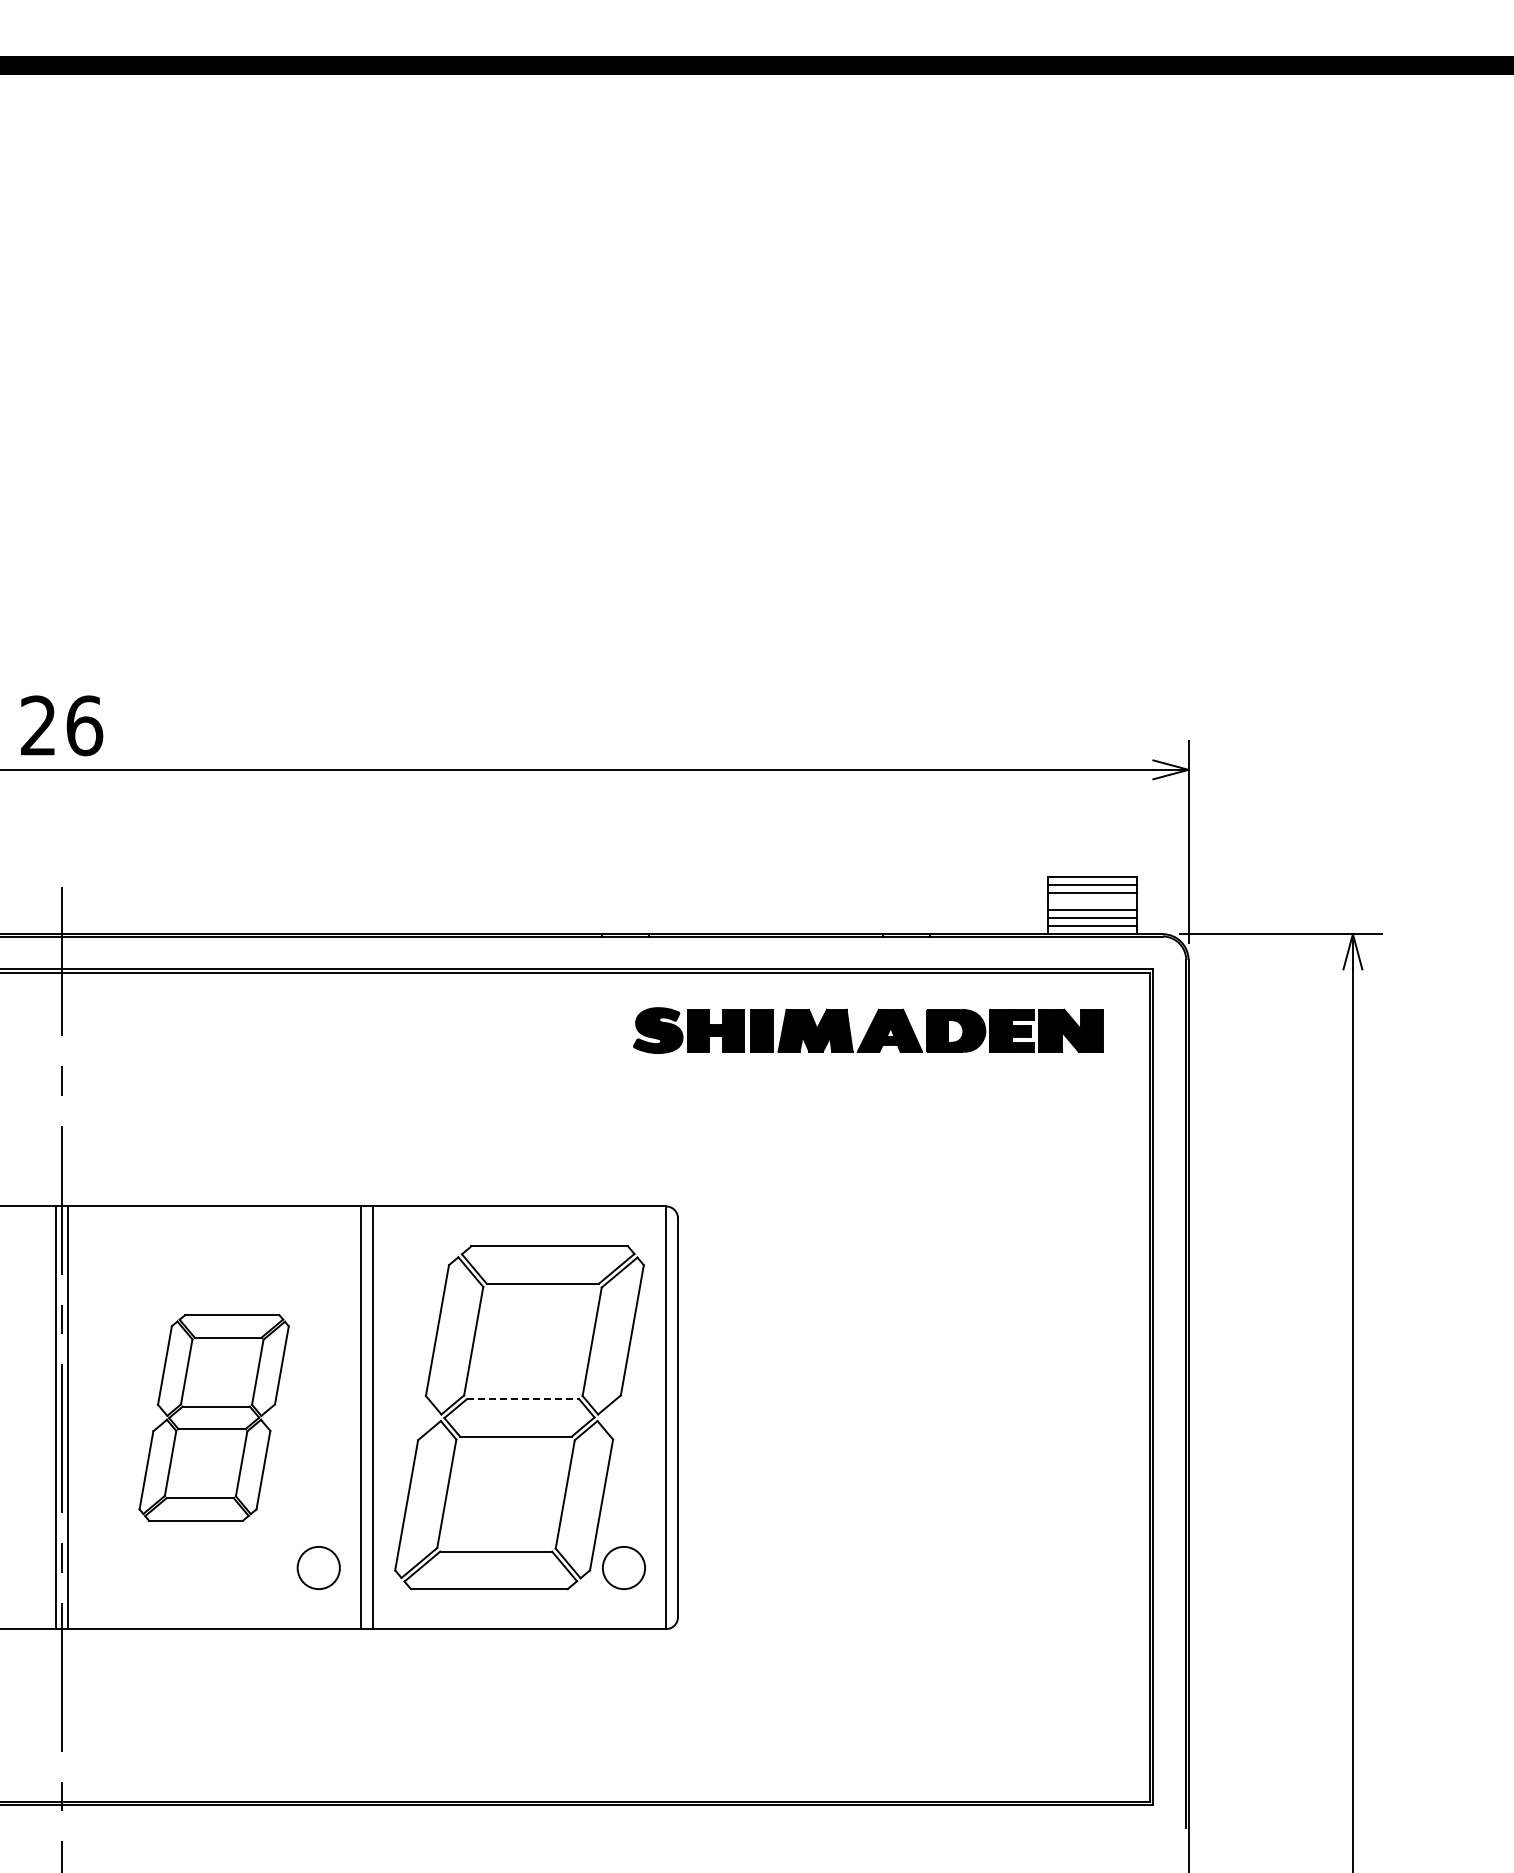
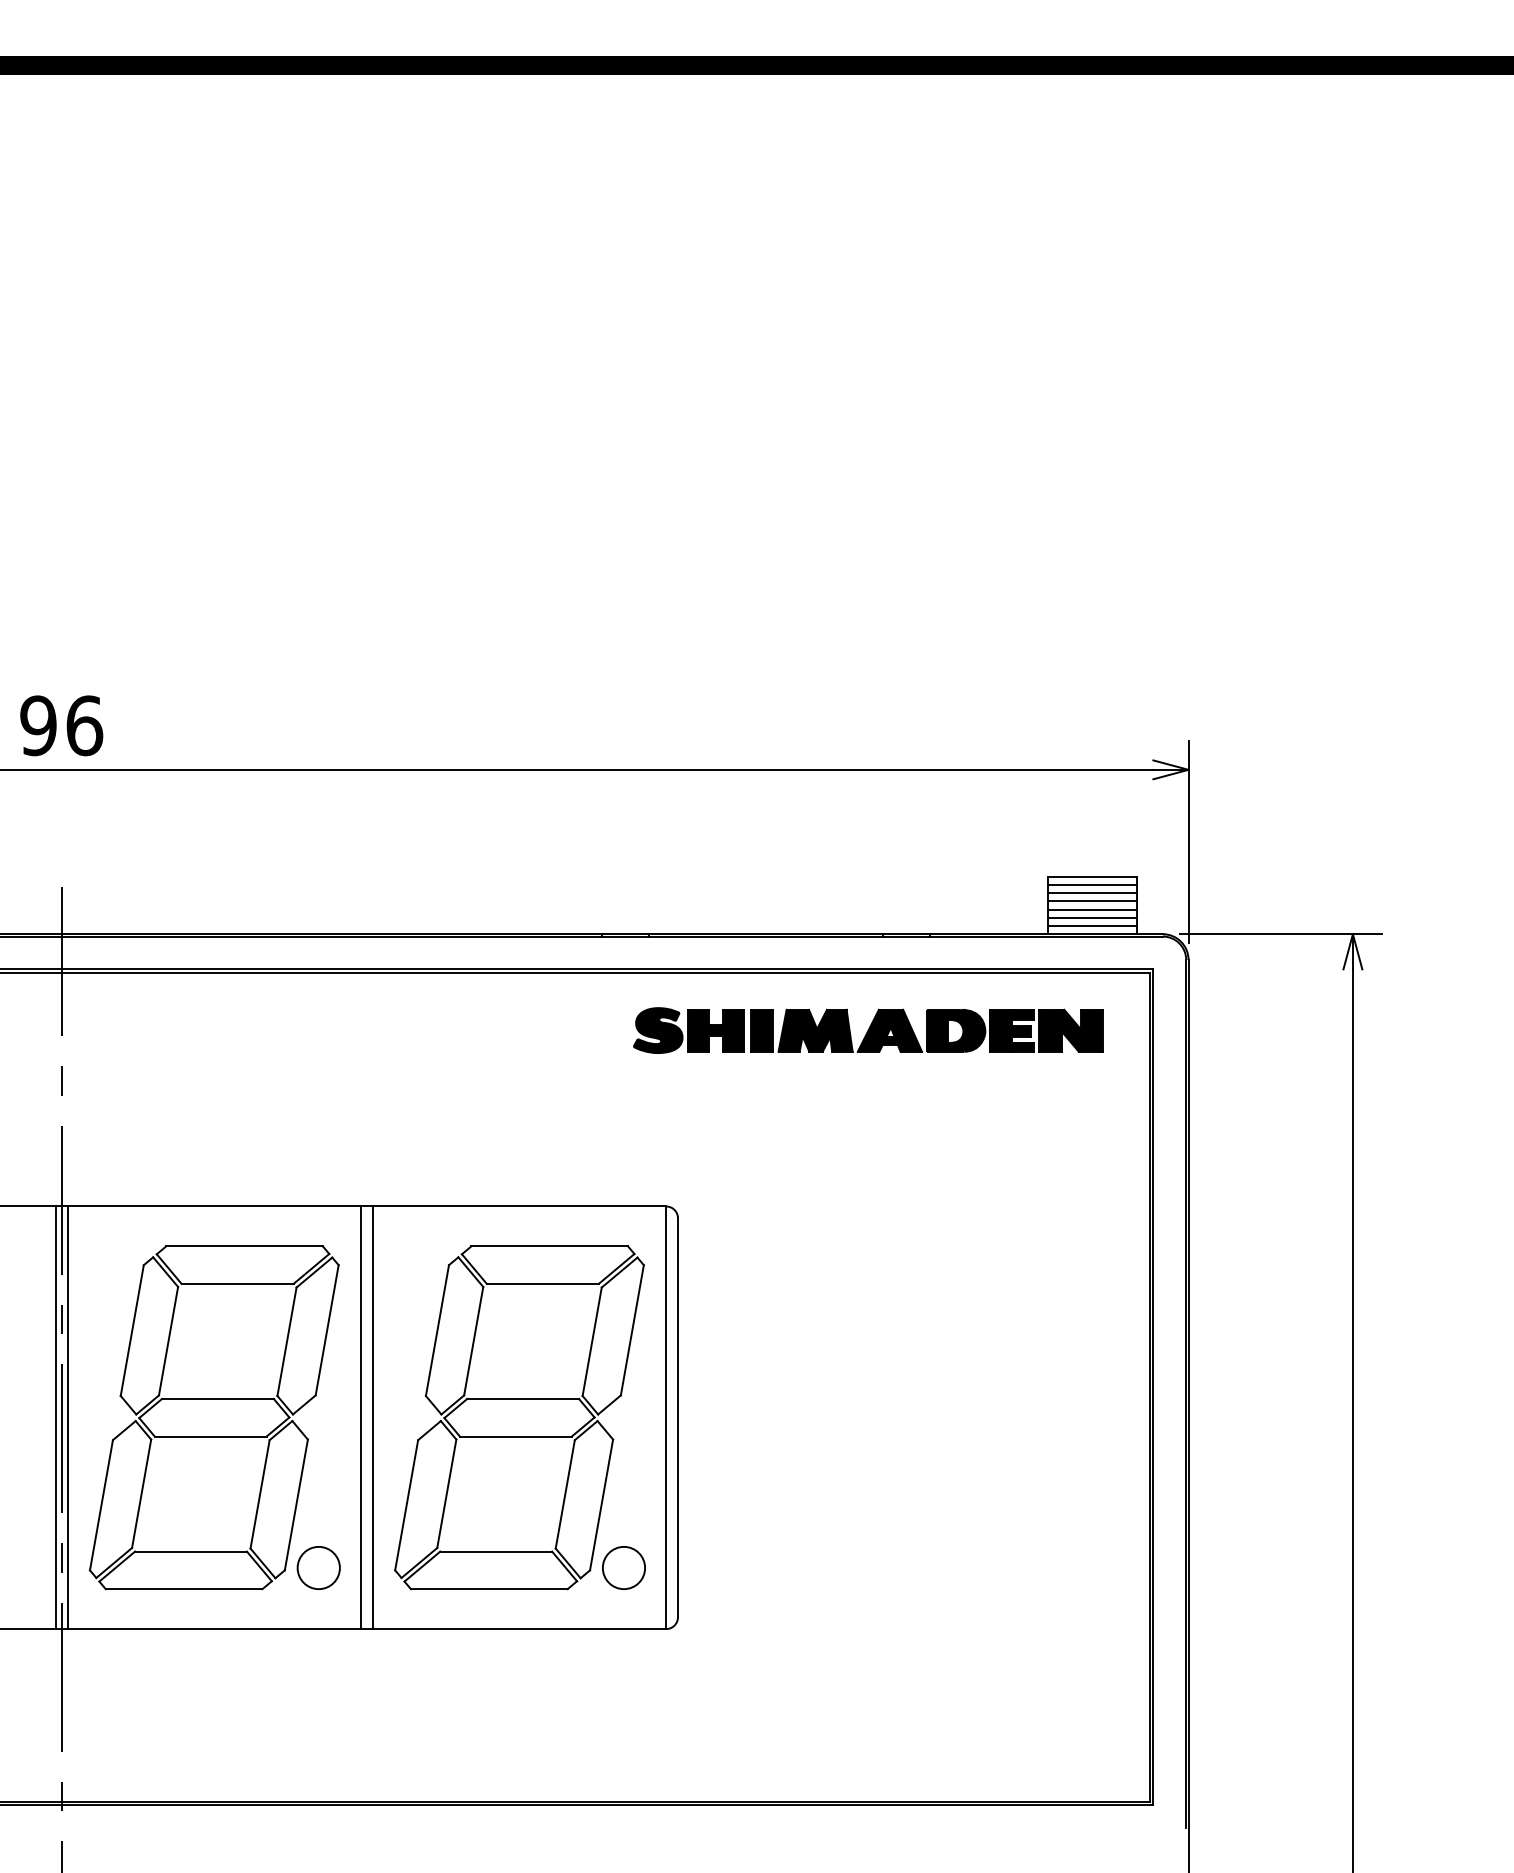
text at (38, 725): 26 -> 96
line at (1091, 901): none -> present
line at (523, 1399): dashed -> solid
part at (213, 1417) size: 152x208 px -> 252x346 px
